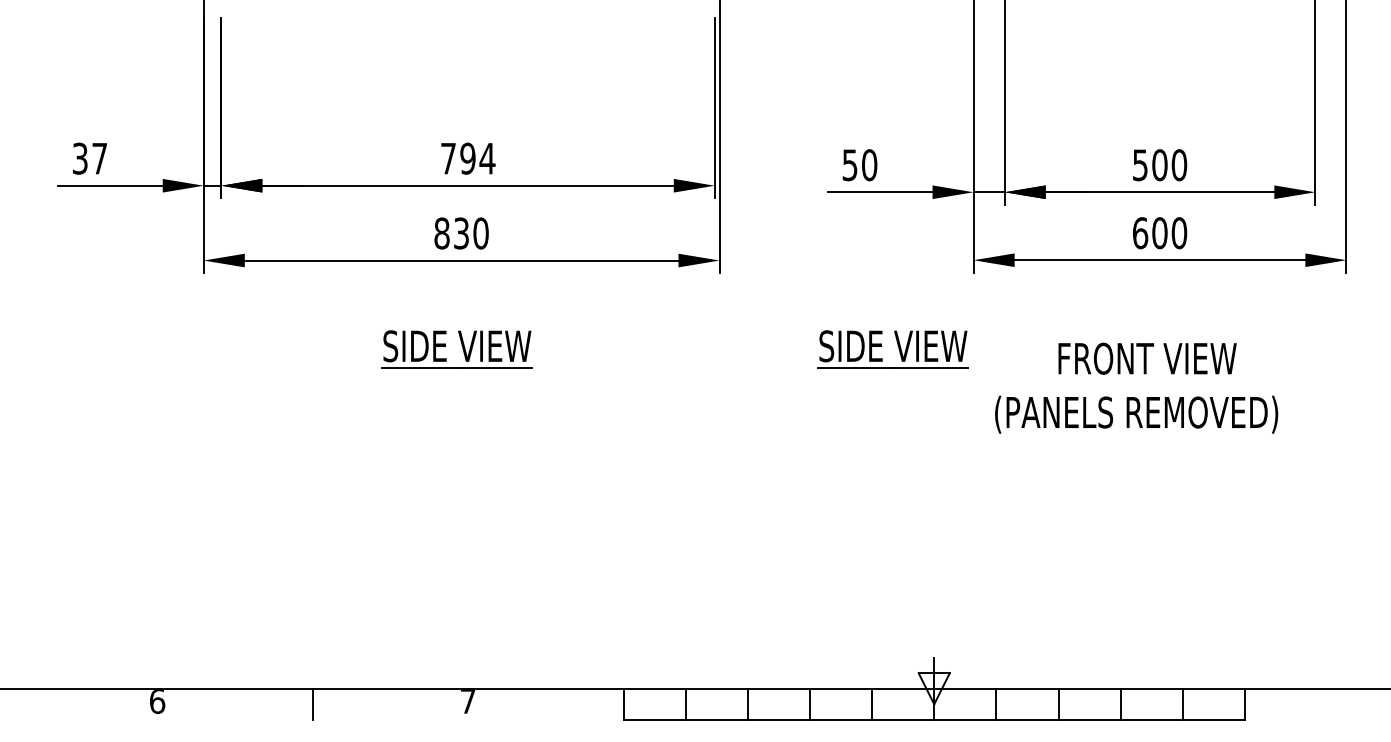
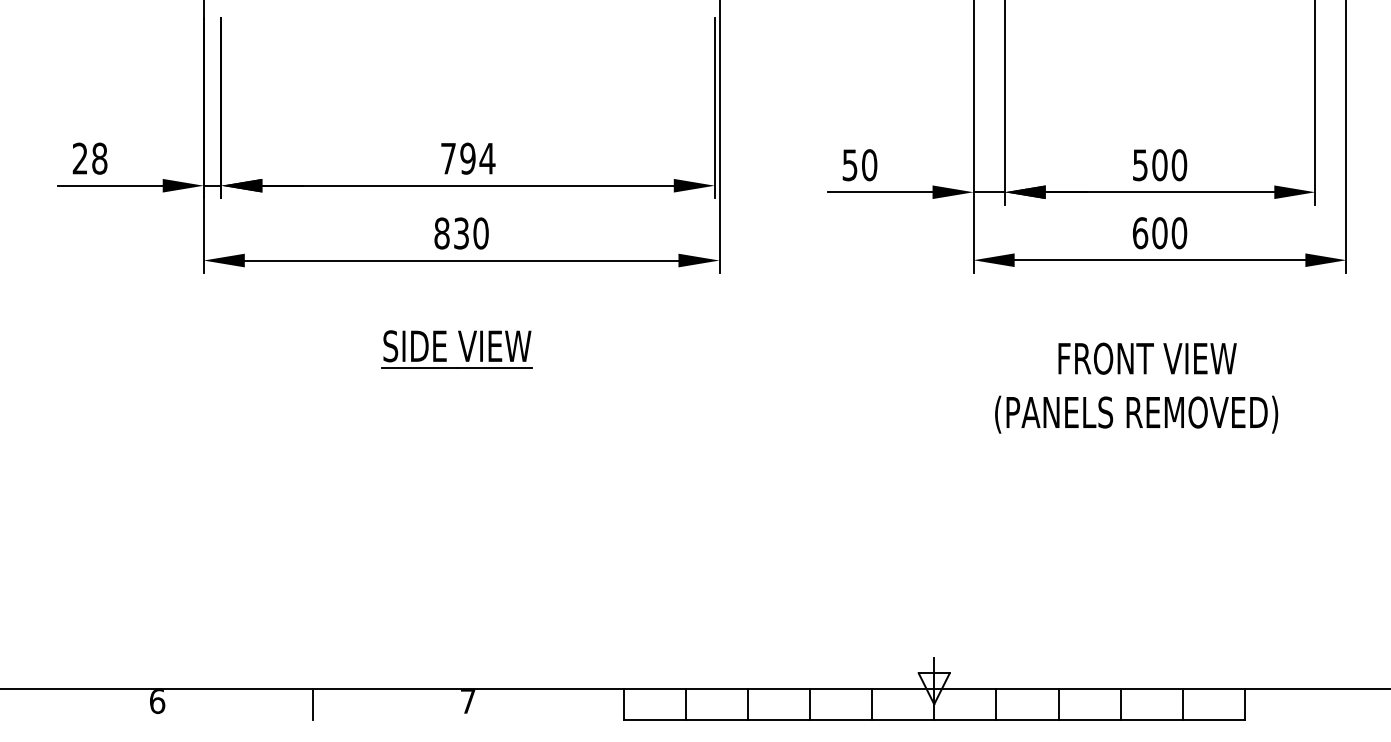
text at (89, 158): 37 -> 28
part at (892, 349): present -> none
